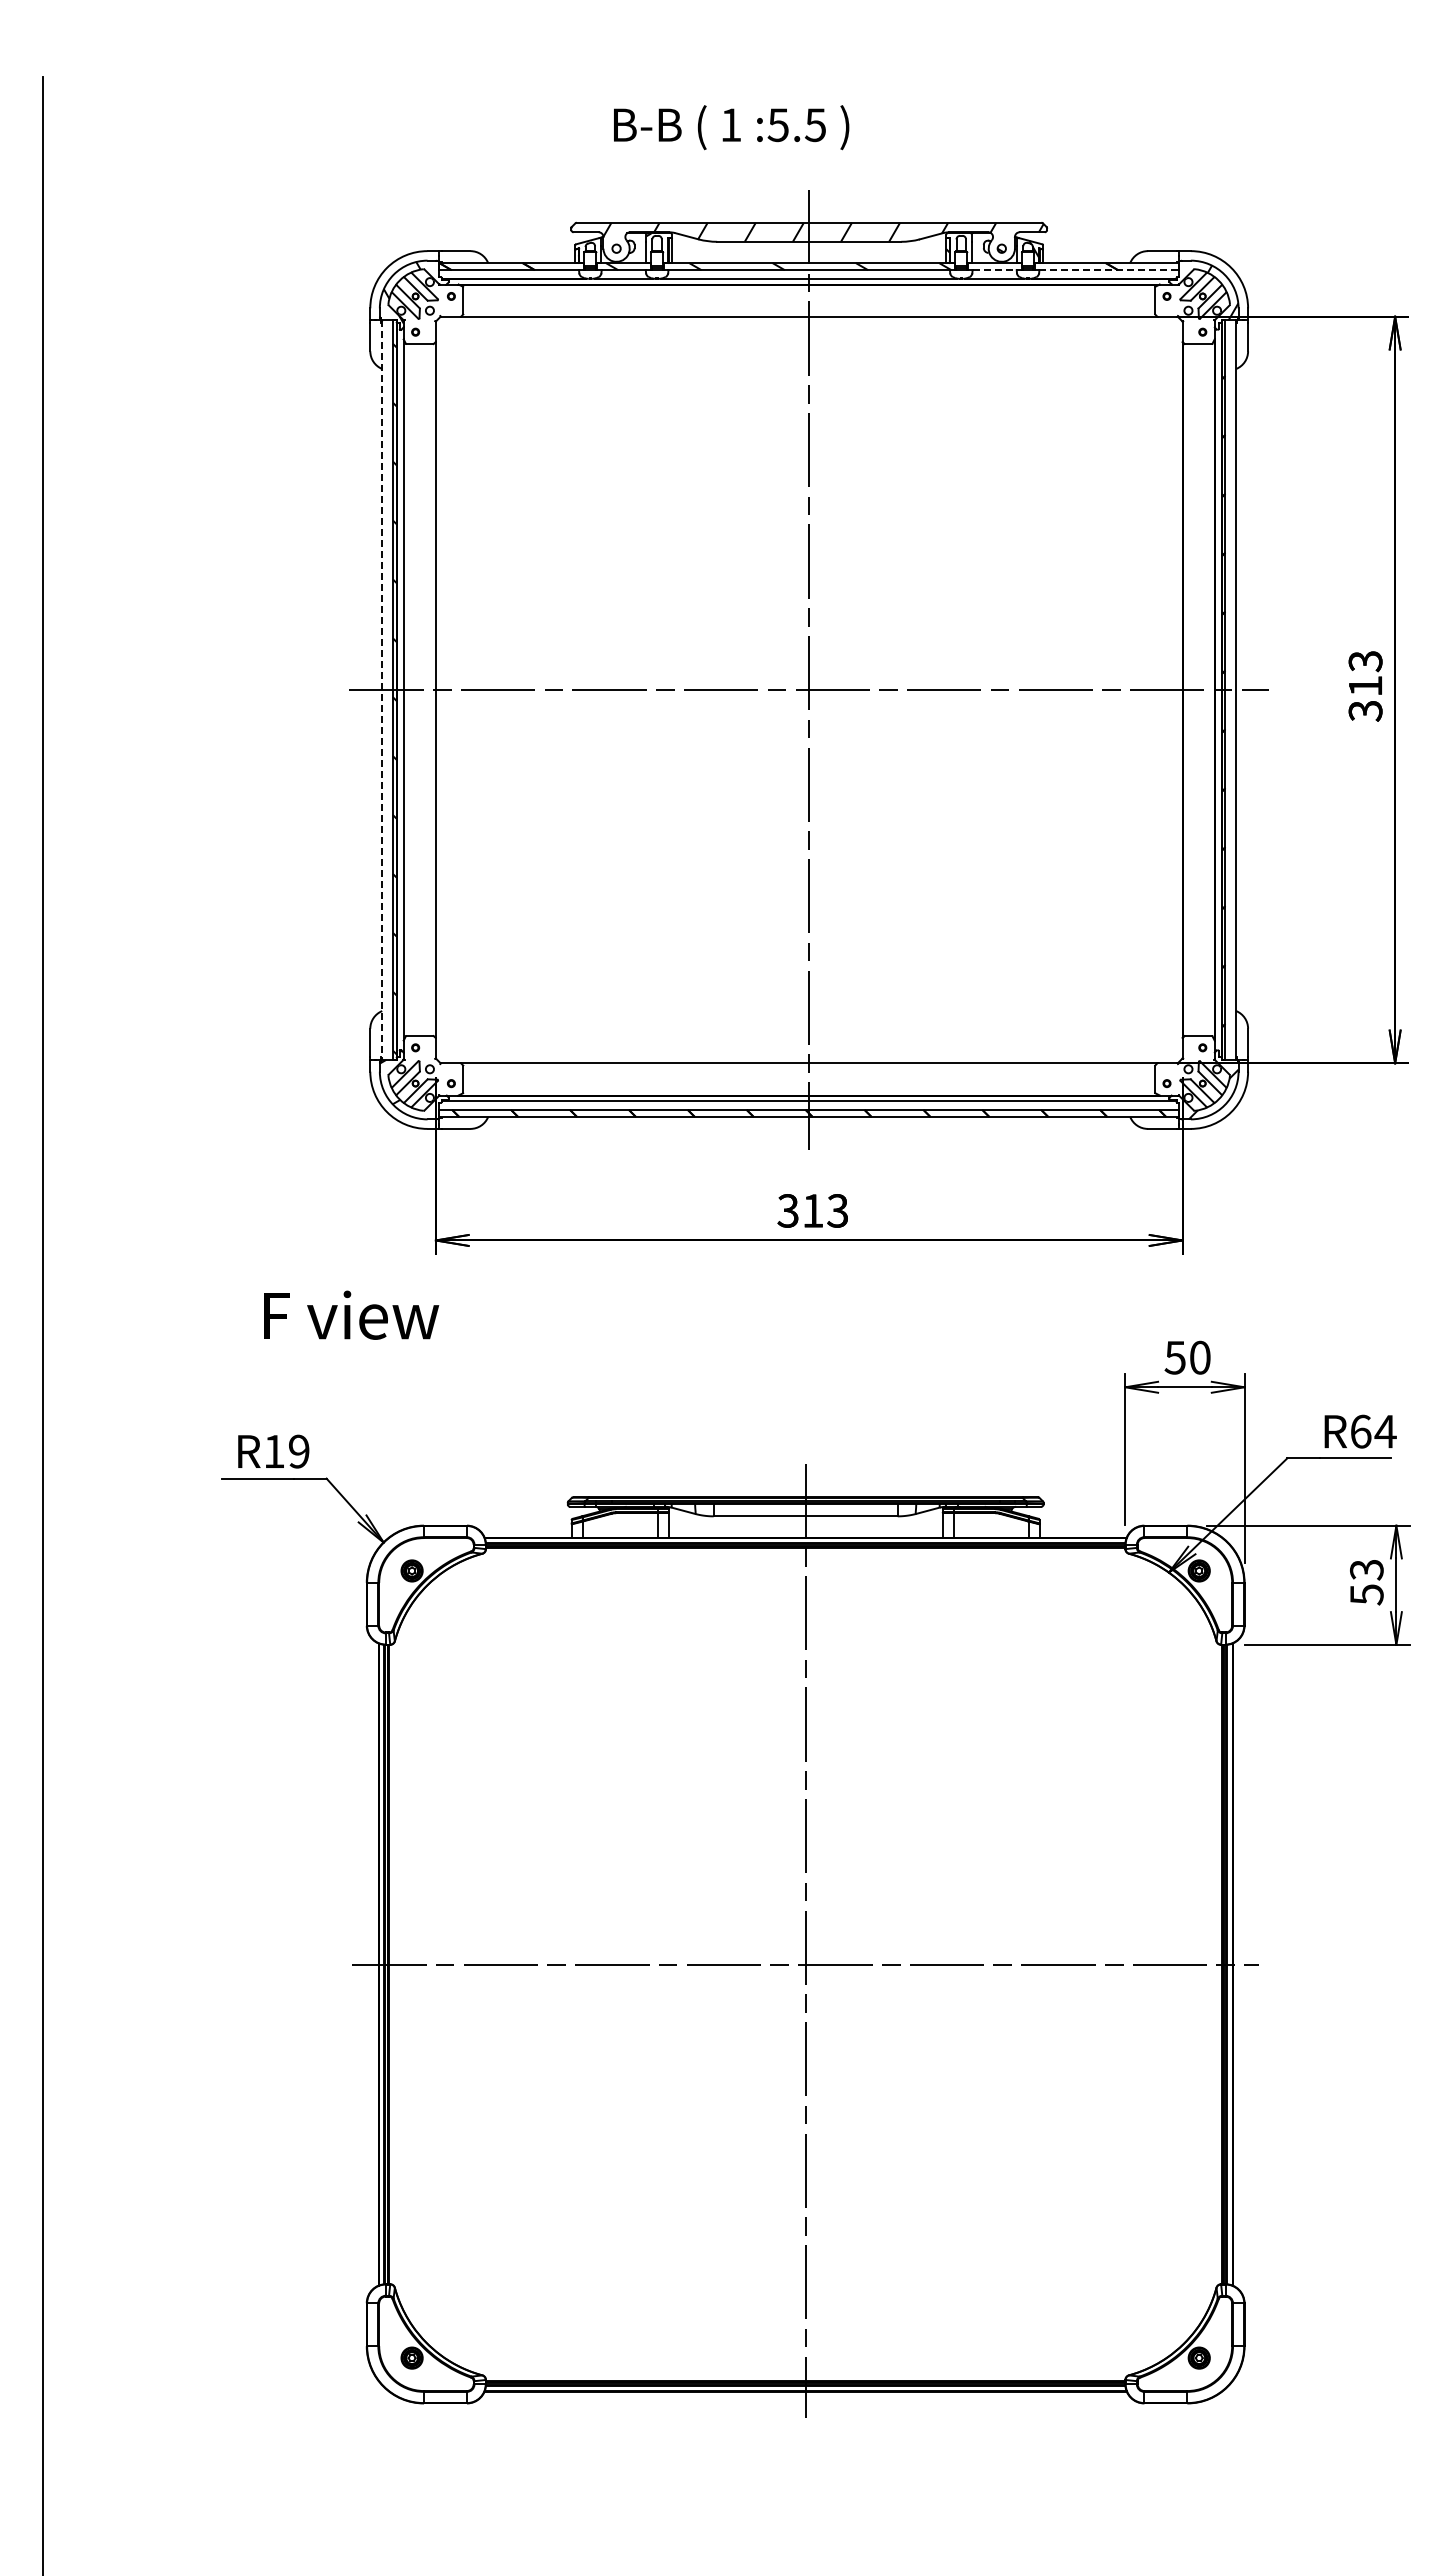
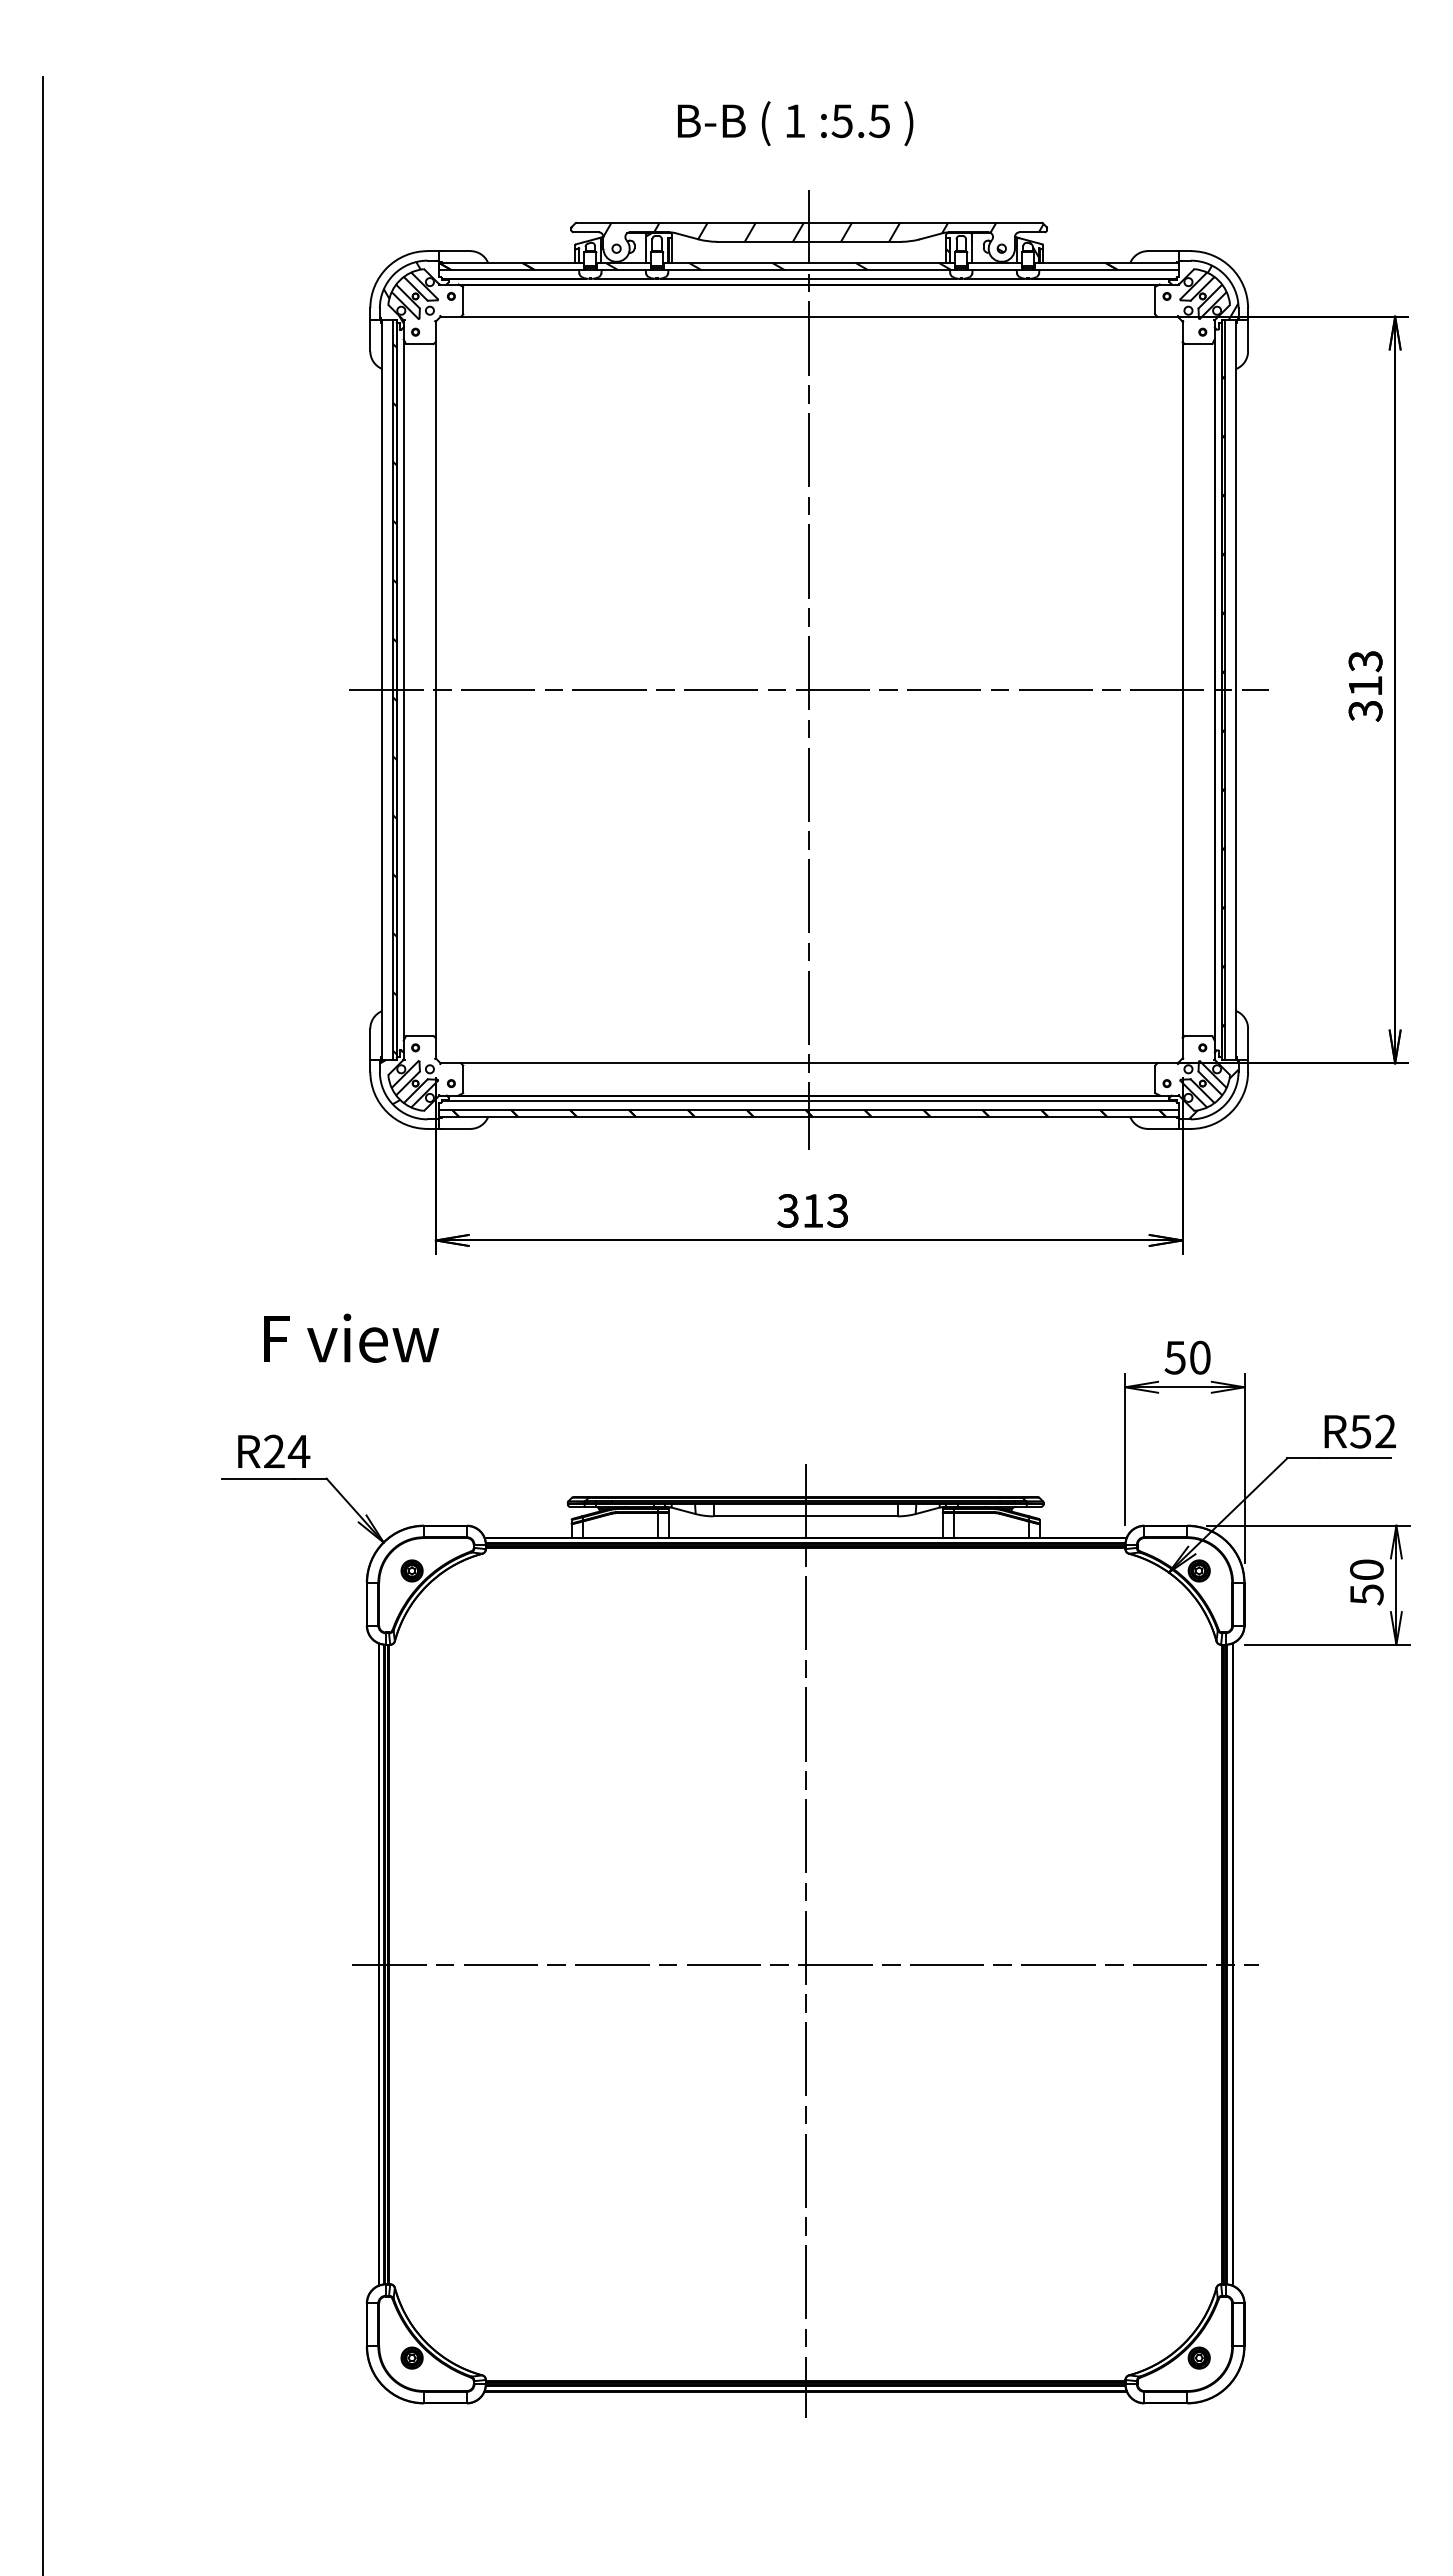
text at (731, 127) position: (731, 127) -> (795, 123)
line at (995, 270): dashed -> solid
line at (1109, 270): dashed -> solid
line at (382, 690): dashed -> solid
text at (351, 1314) position: (351, 1314) -> (351, 1337)
text at (1373, 1431): R64 -> R52
text at (287, 1451): R19 -> R24
text at (1366, 1569): 53 -> 50
